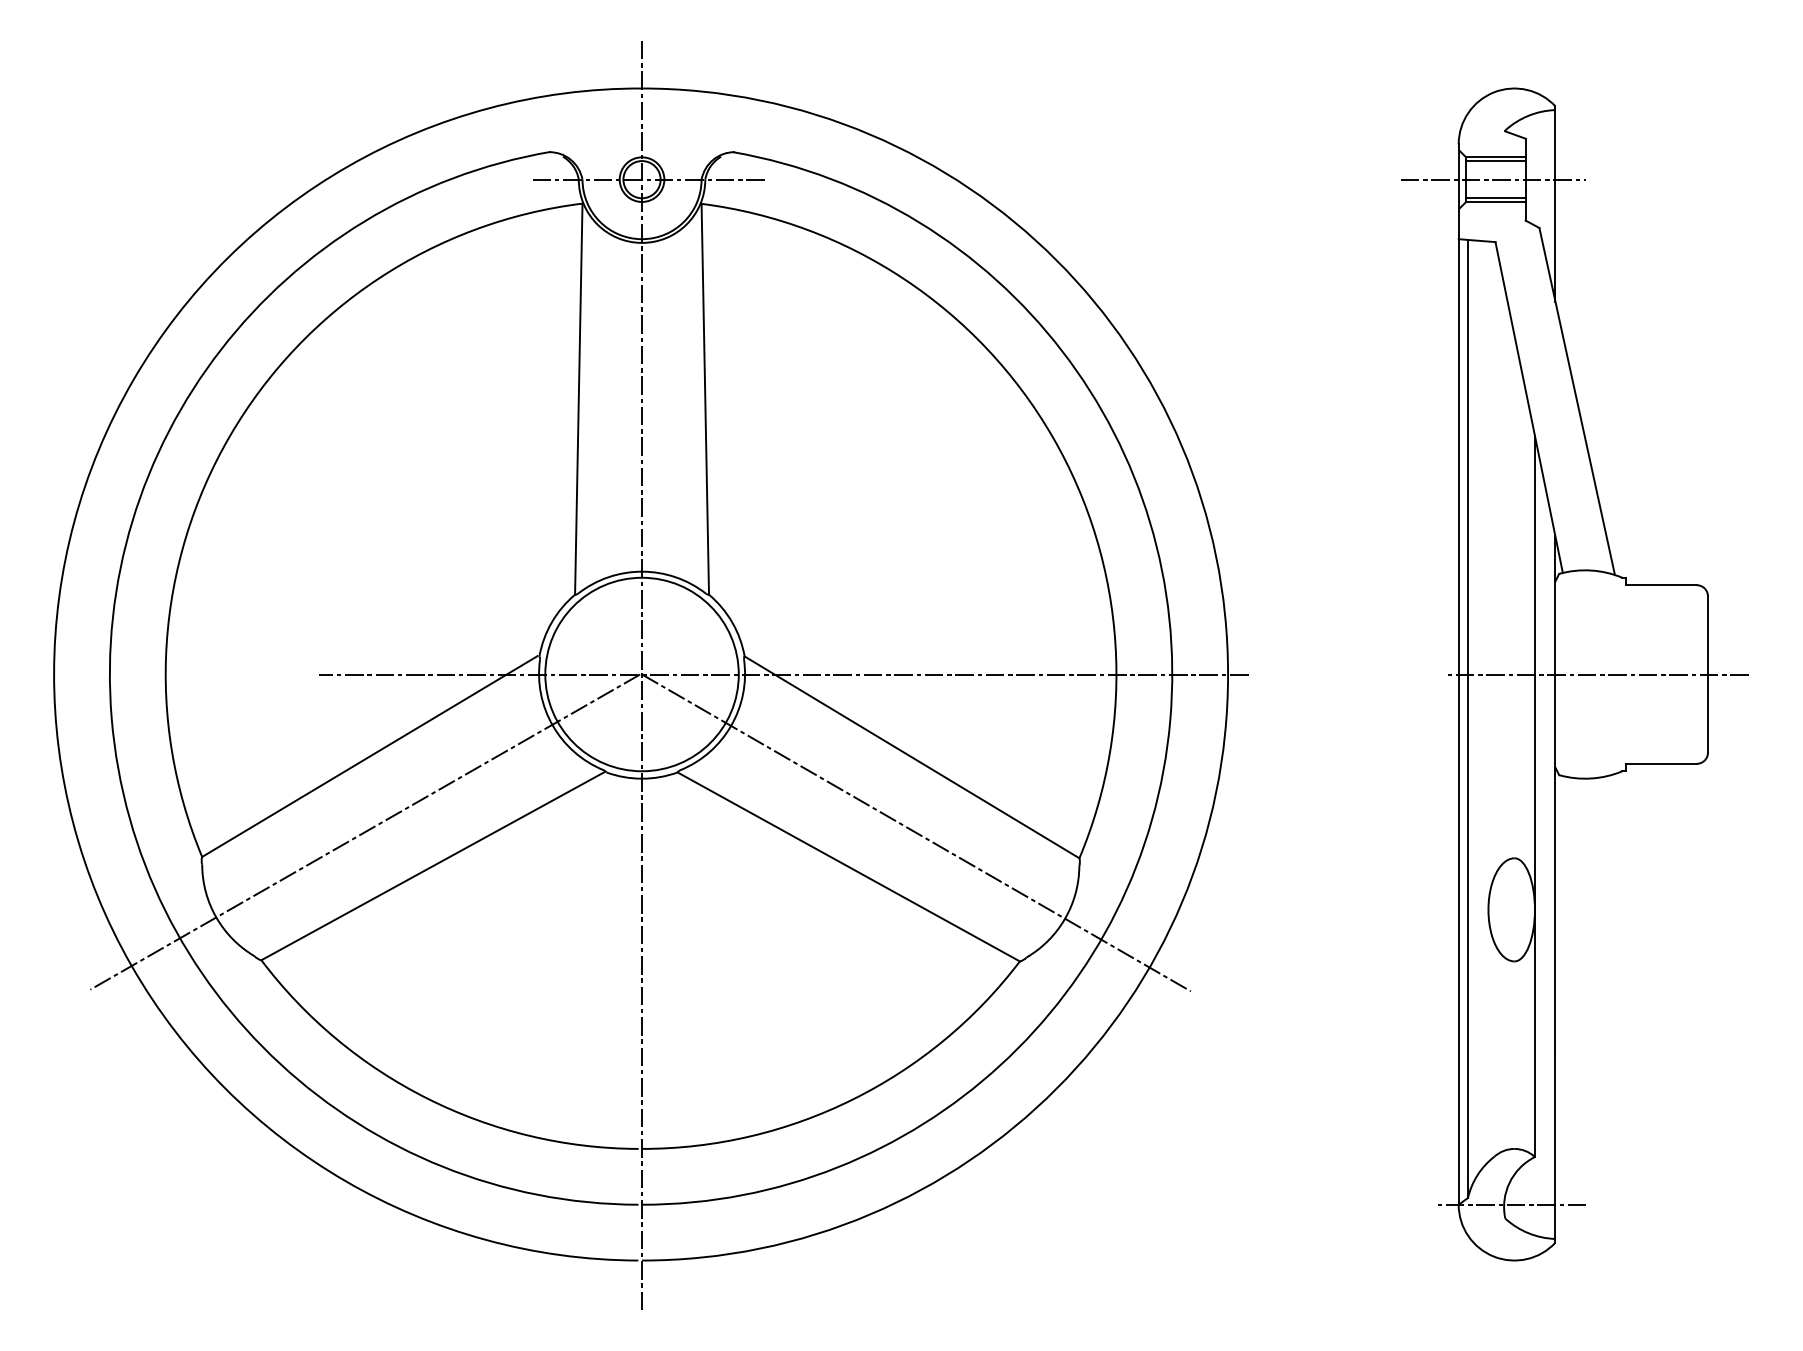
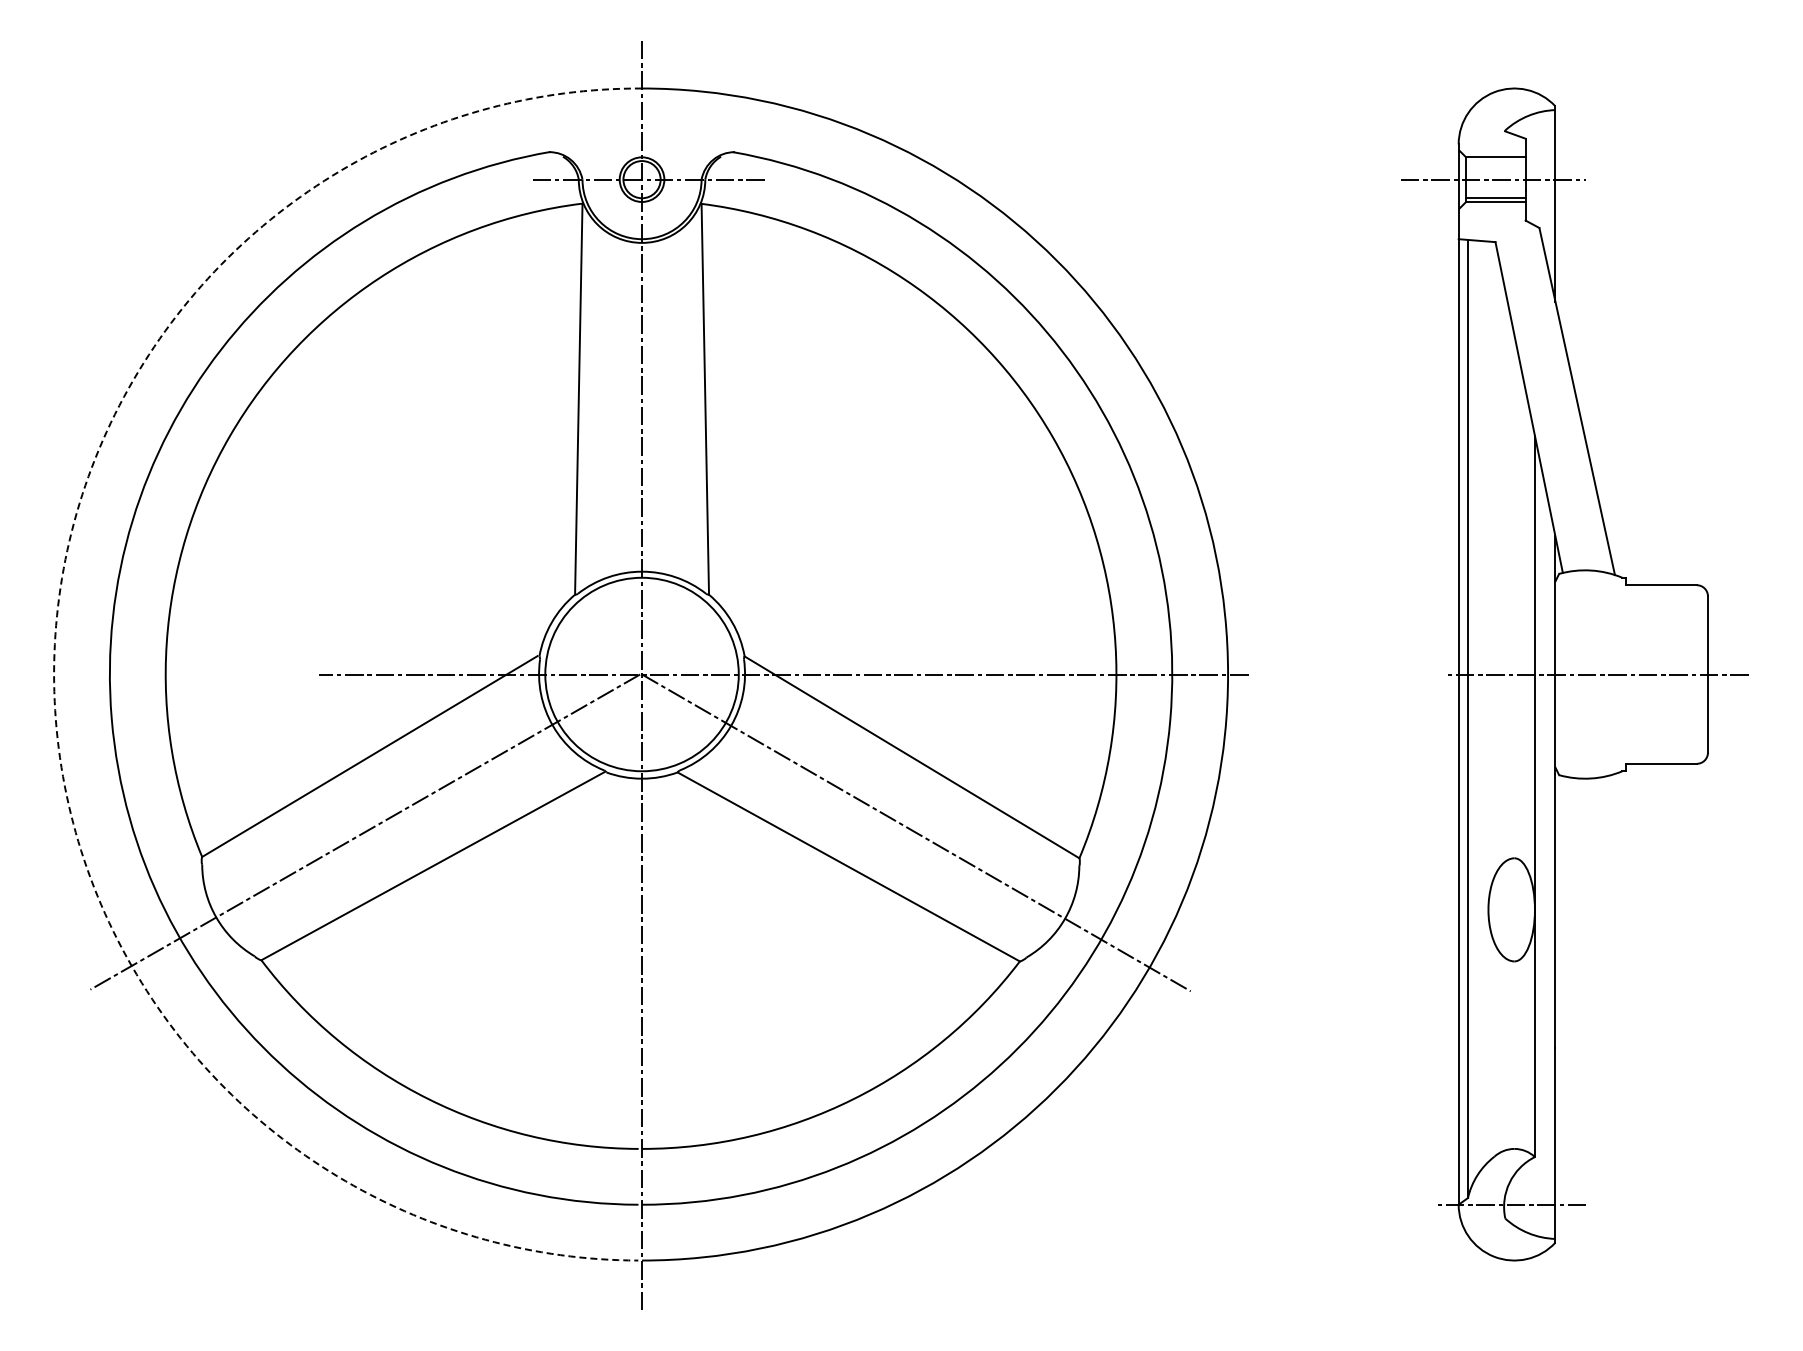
line at (1495, 161): present -> none
arc at (54, 672): solid -> dashed
